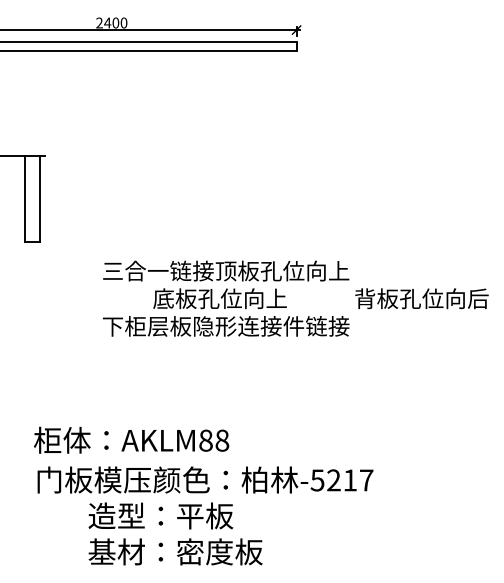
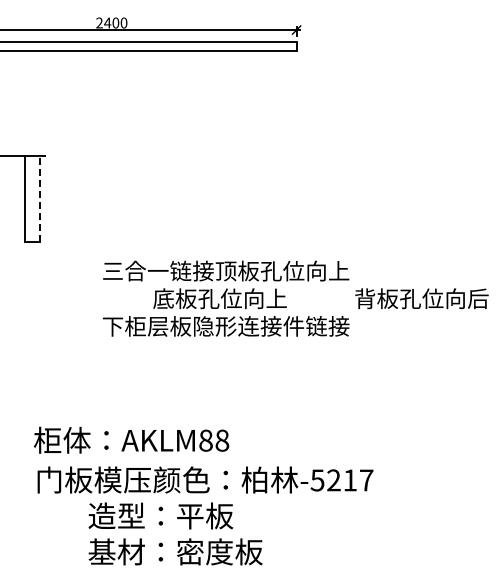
line at (39, 198): solid -> dashed
